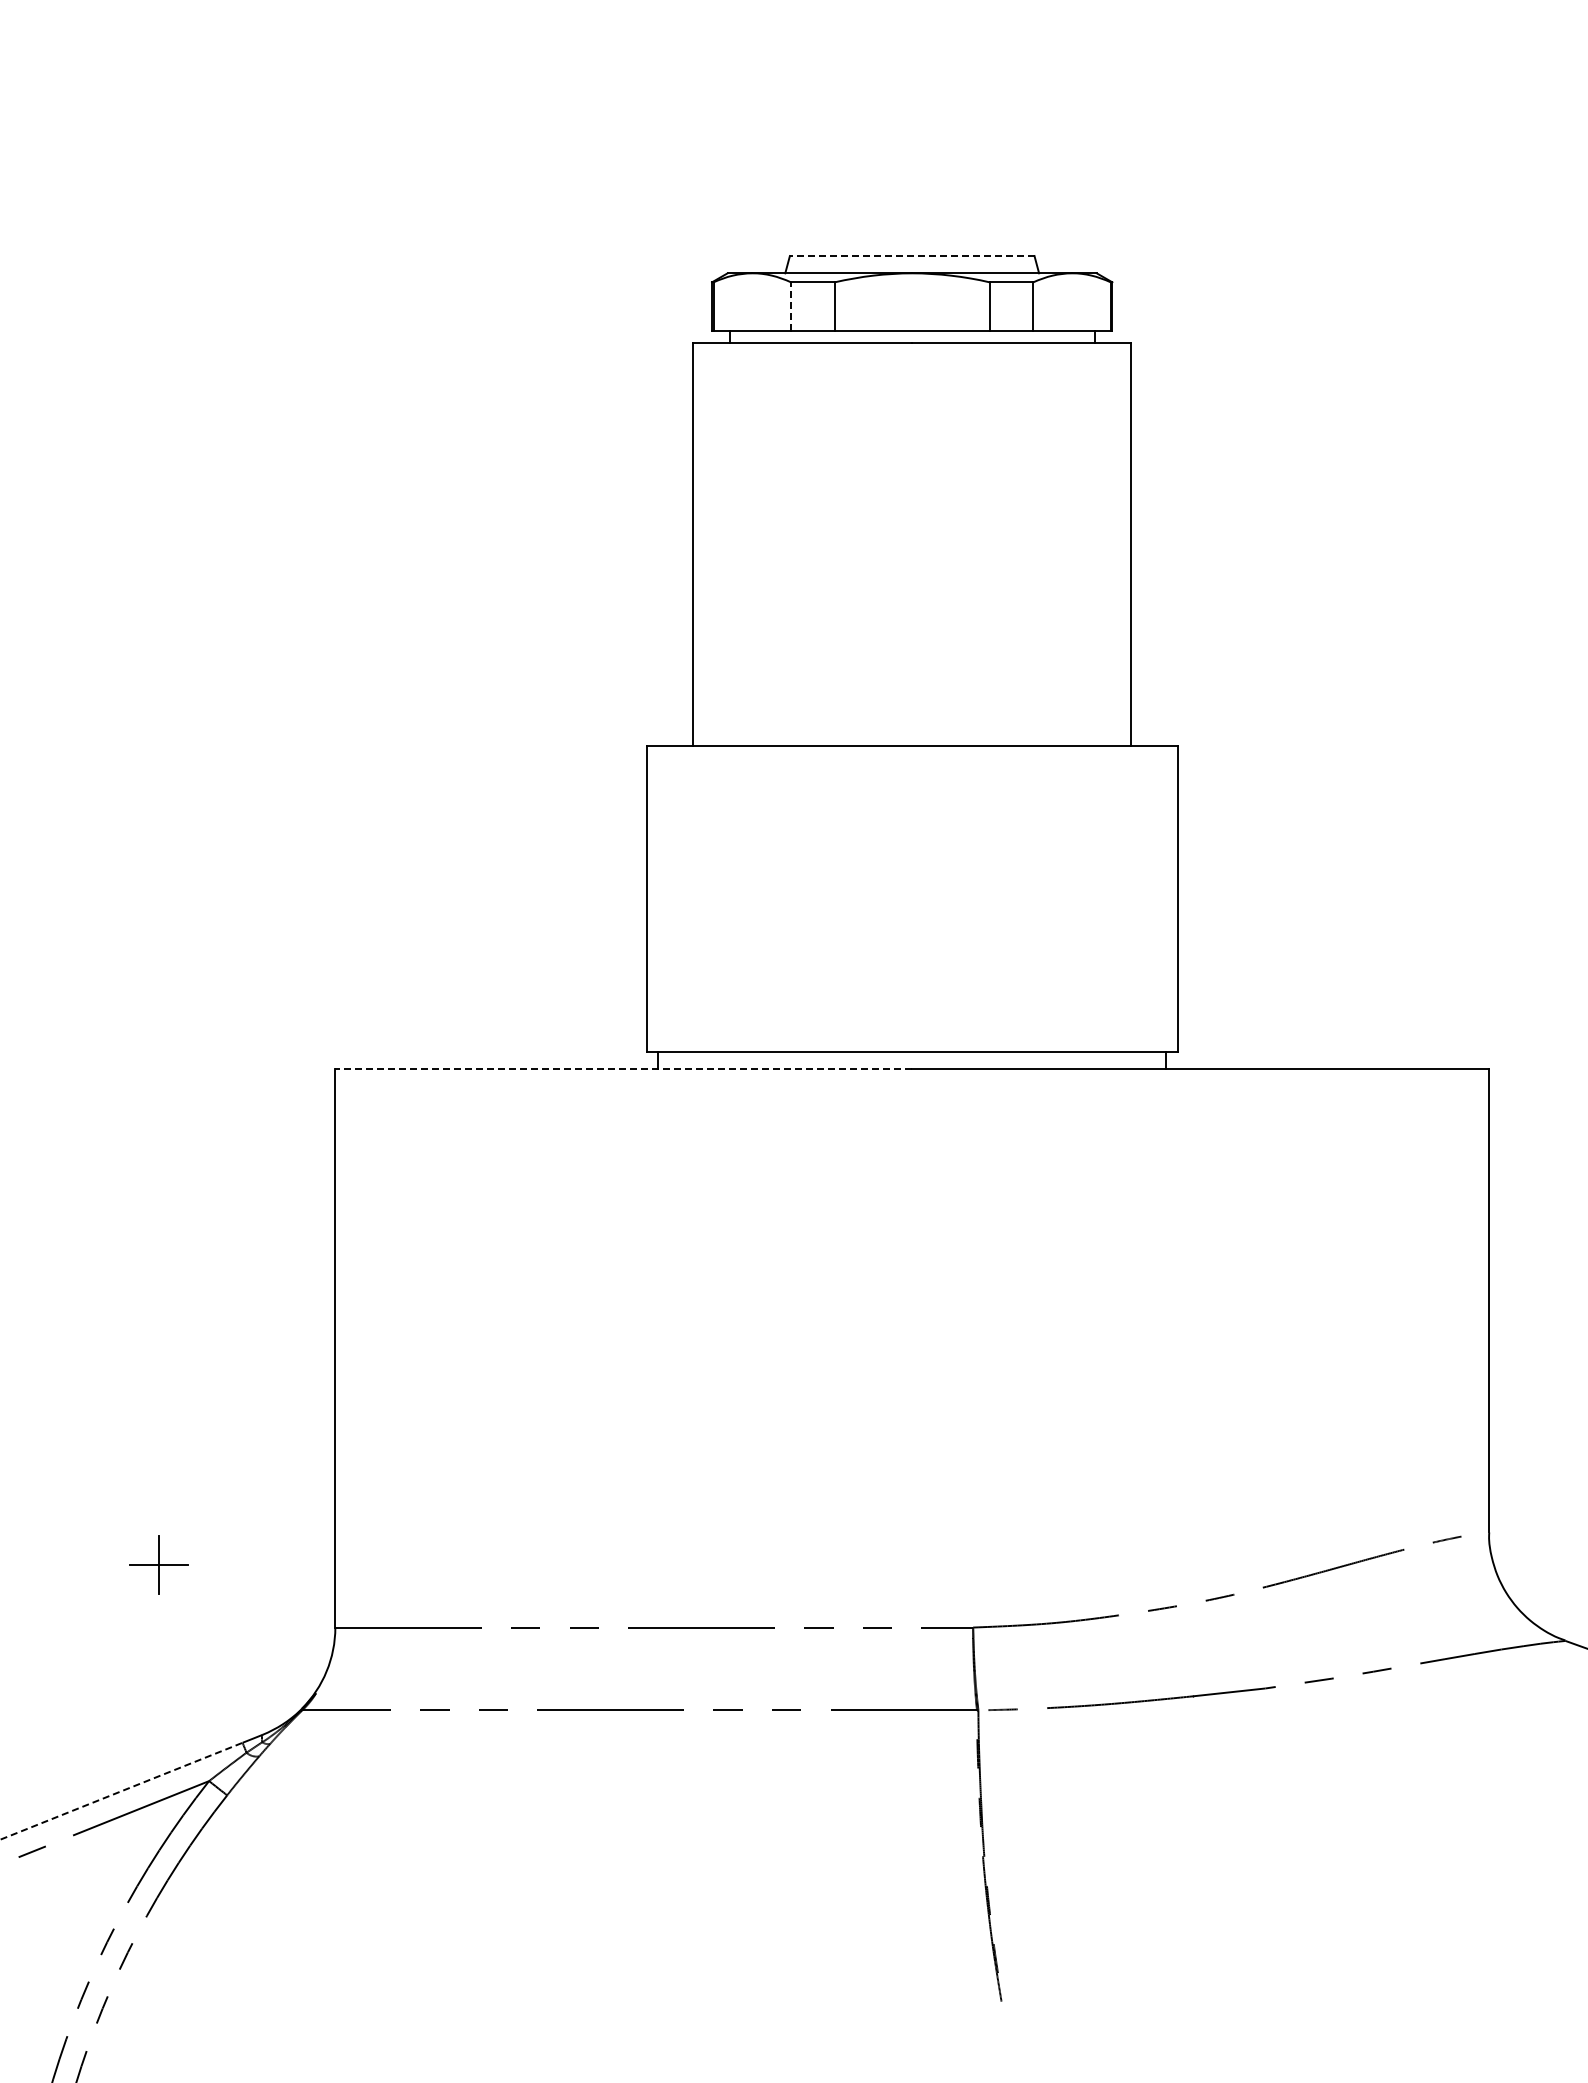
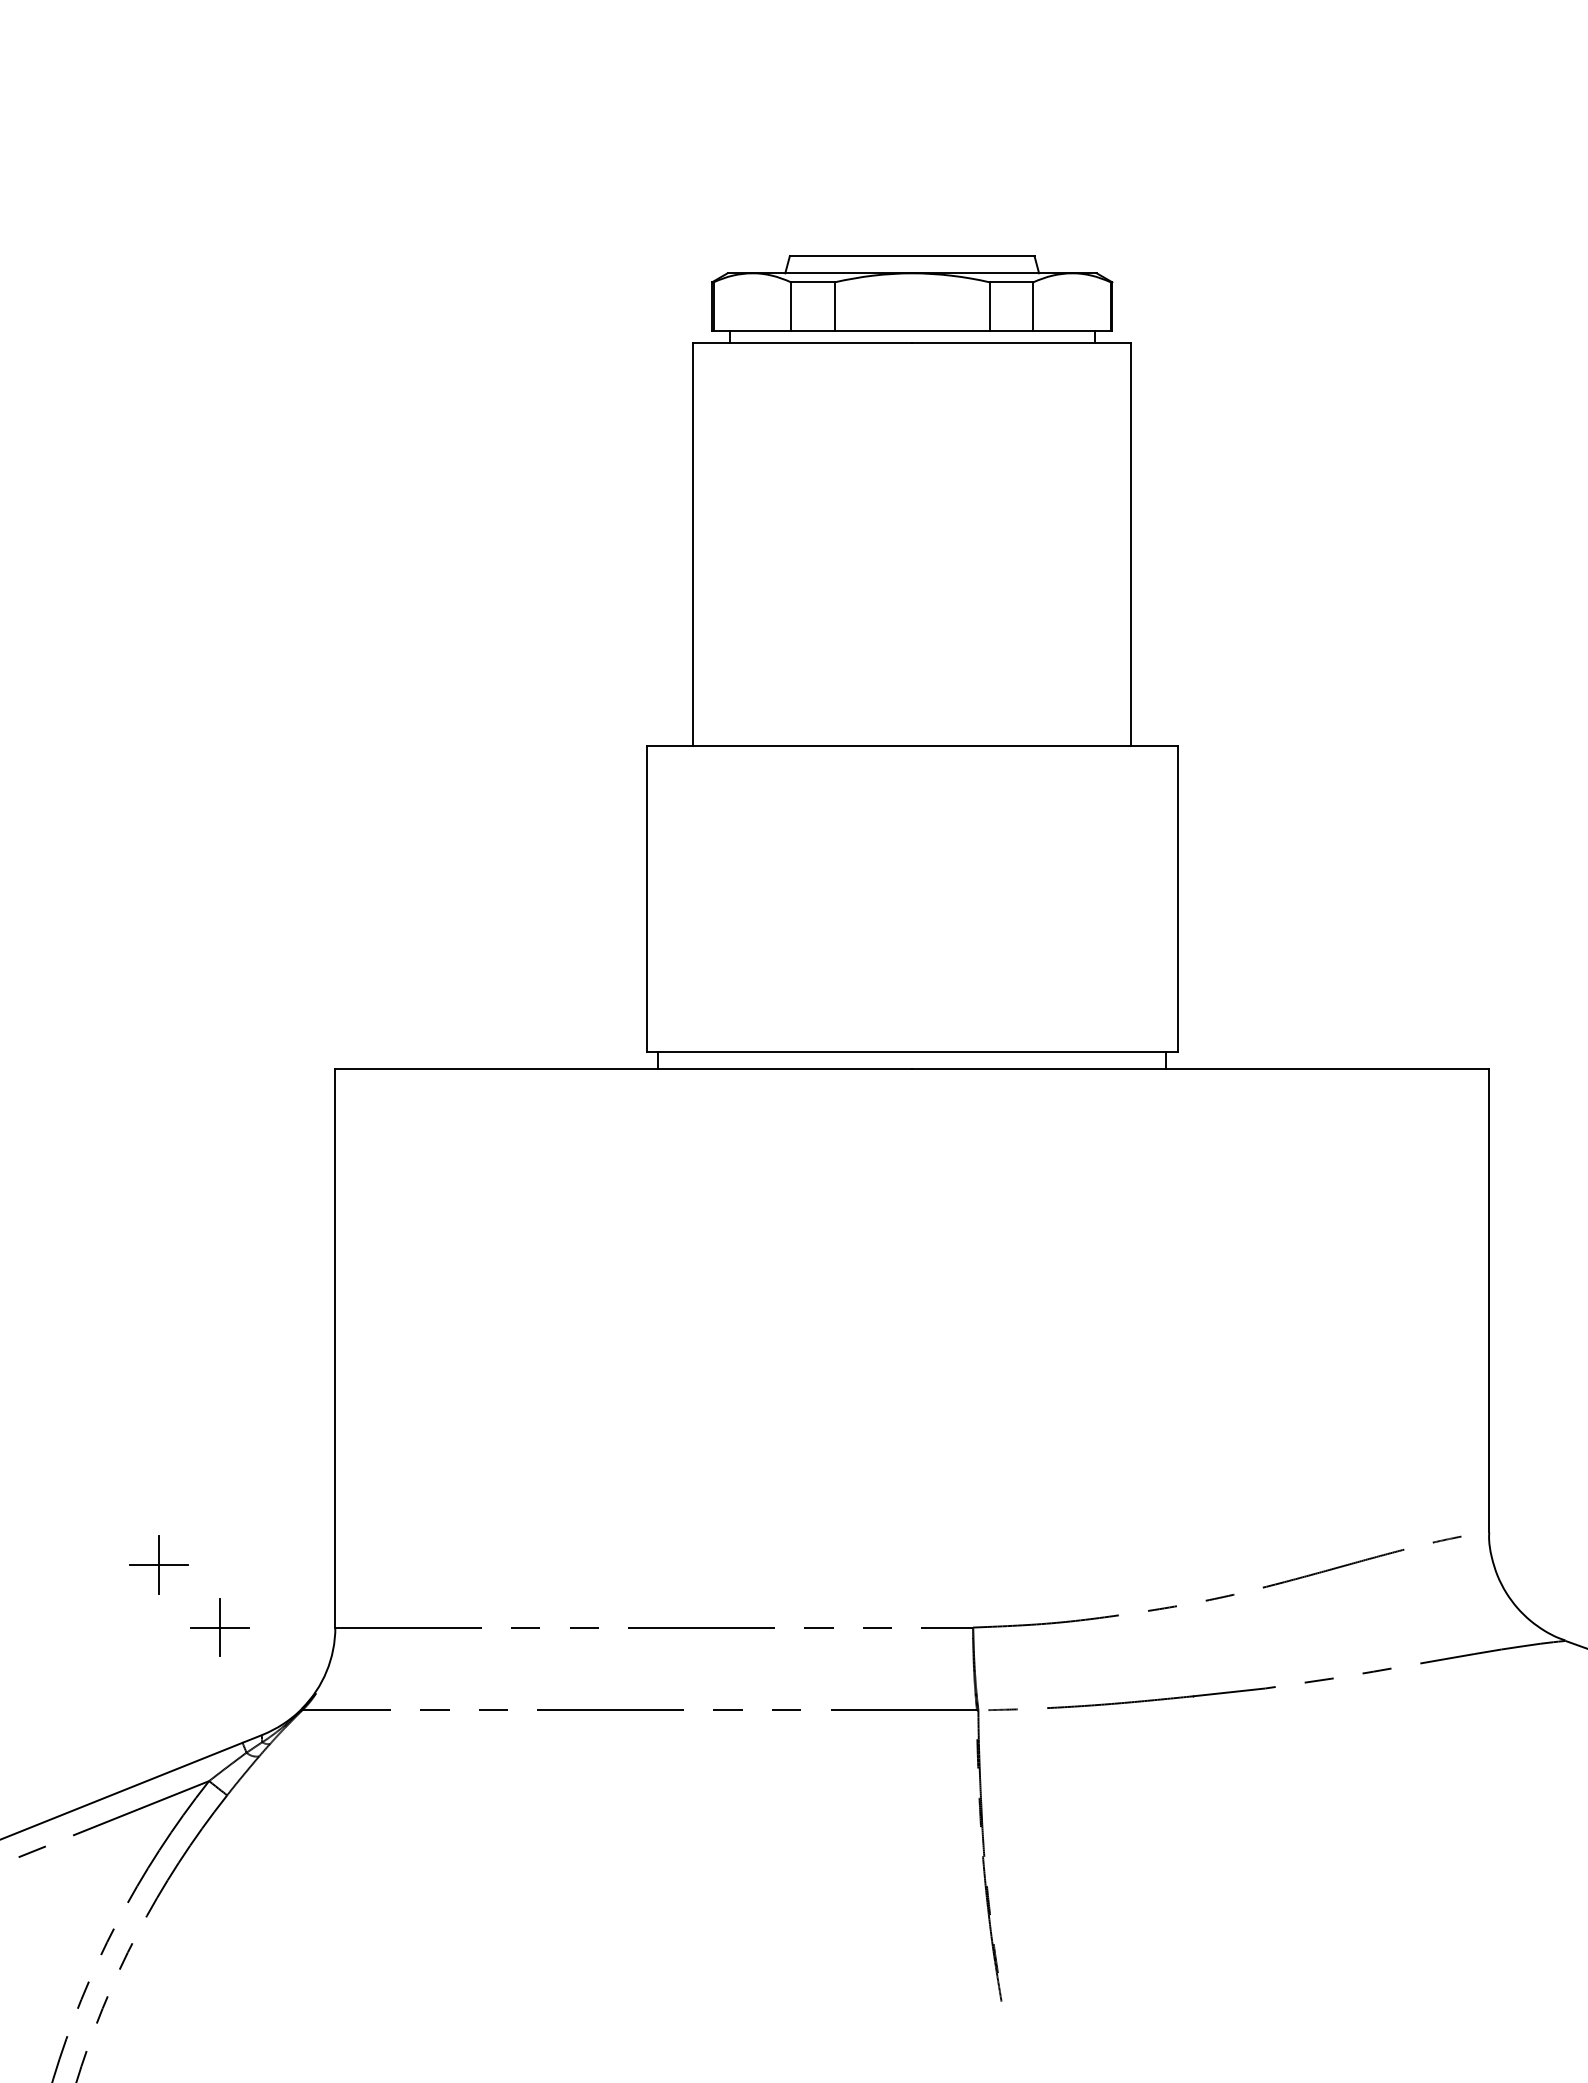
line at (911, 256): dashed -> solid
line at (791, 306): dashed -> solid
line at (623, 1069): dashed -> solid
part at (219, 1627): none -> present
line at (121, 1791): dashed -> solid
